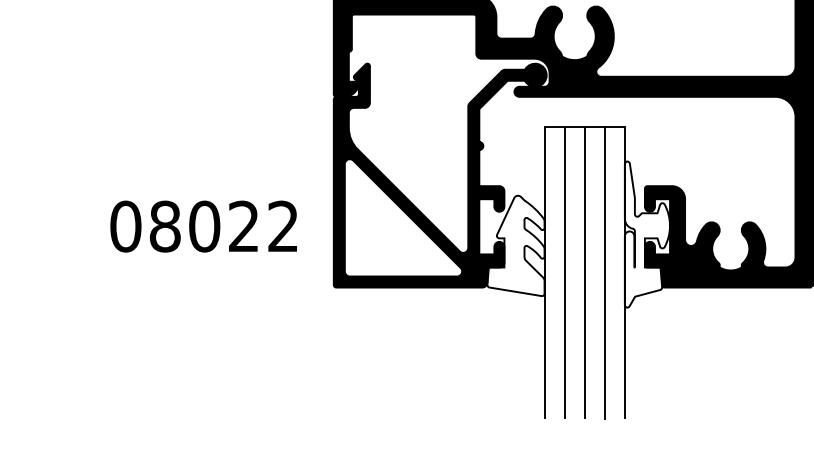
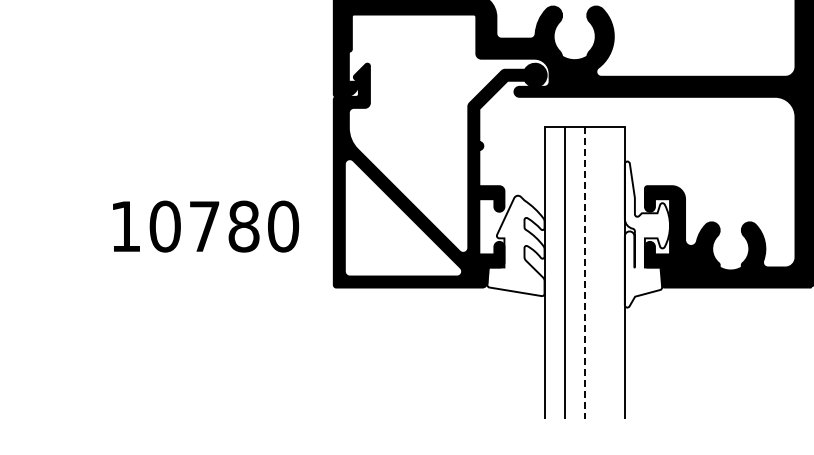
text at (204, 226): 08022 -> 10780
line at (604, 272): present -> none
line at (584, 273): solid -> dashed
